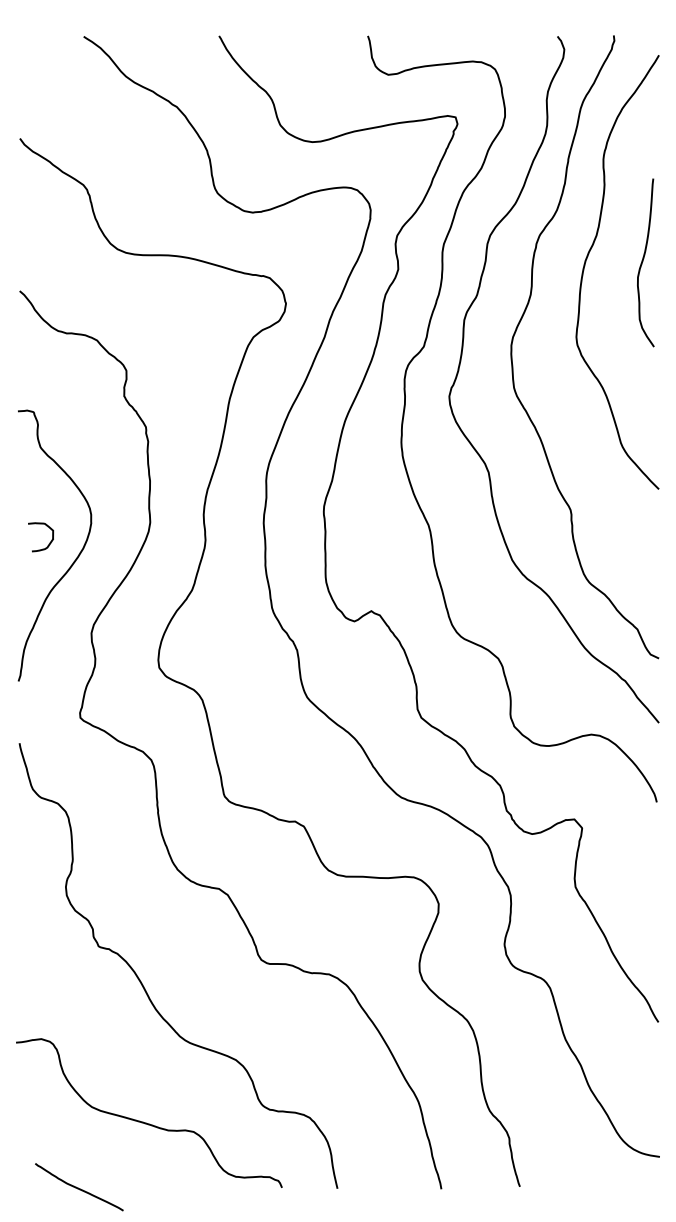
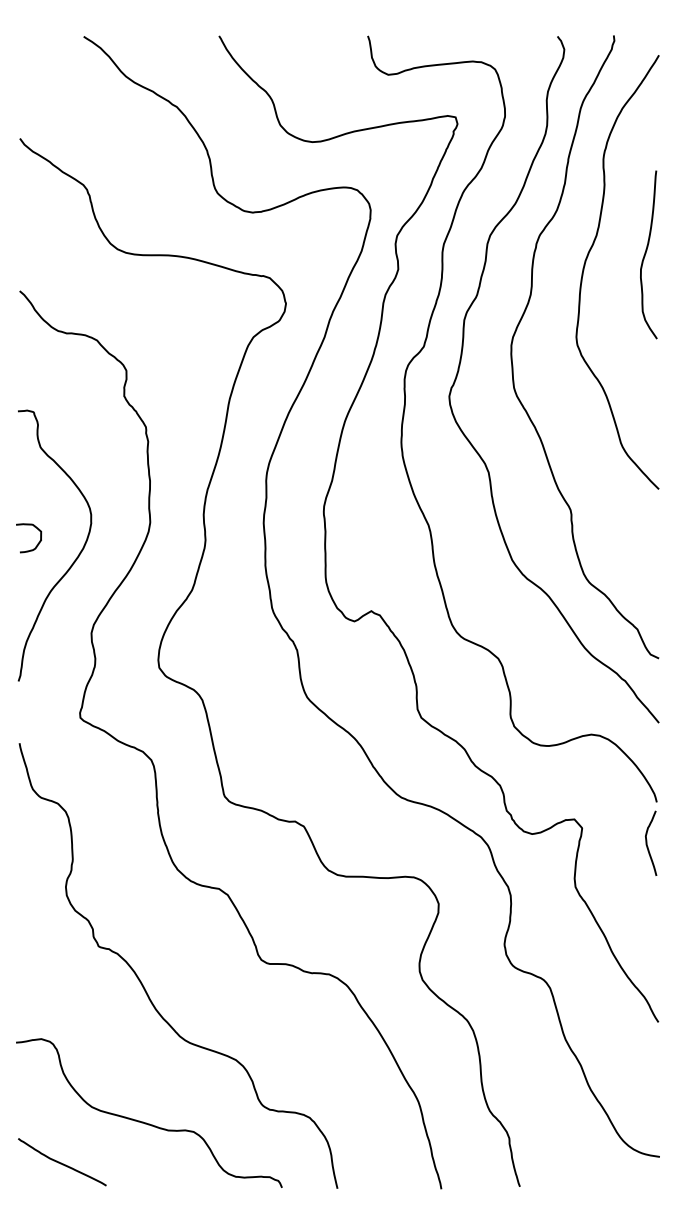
curve at (643, 261) position: (643, 261) -> (646, 253)
curve at (49, 542) position: (49, 542) -> (37, 543)
curve at (647, 842): none -> present
curve at (78, 1187) position: (78, 1187) -> (61, 1162)
